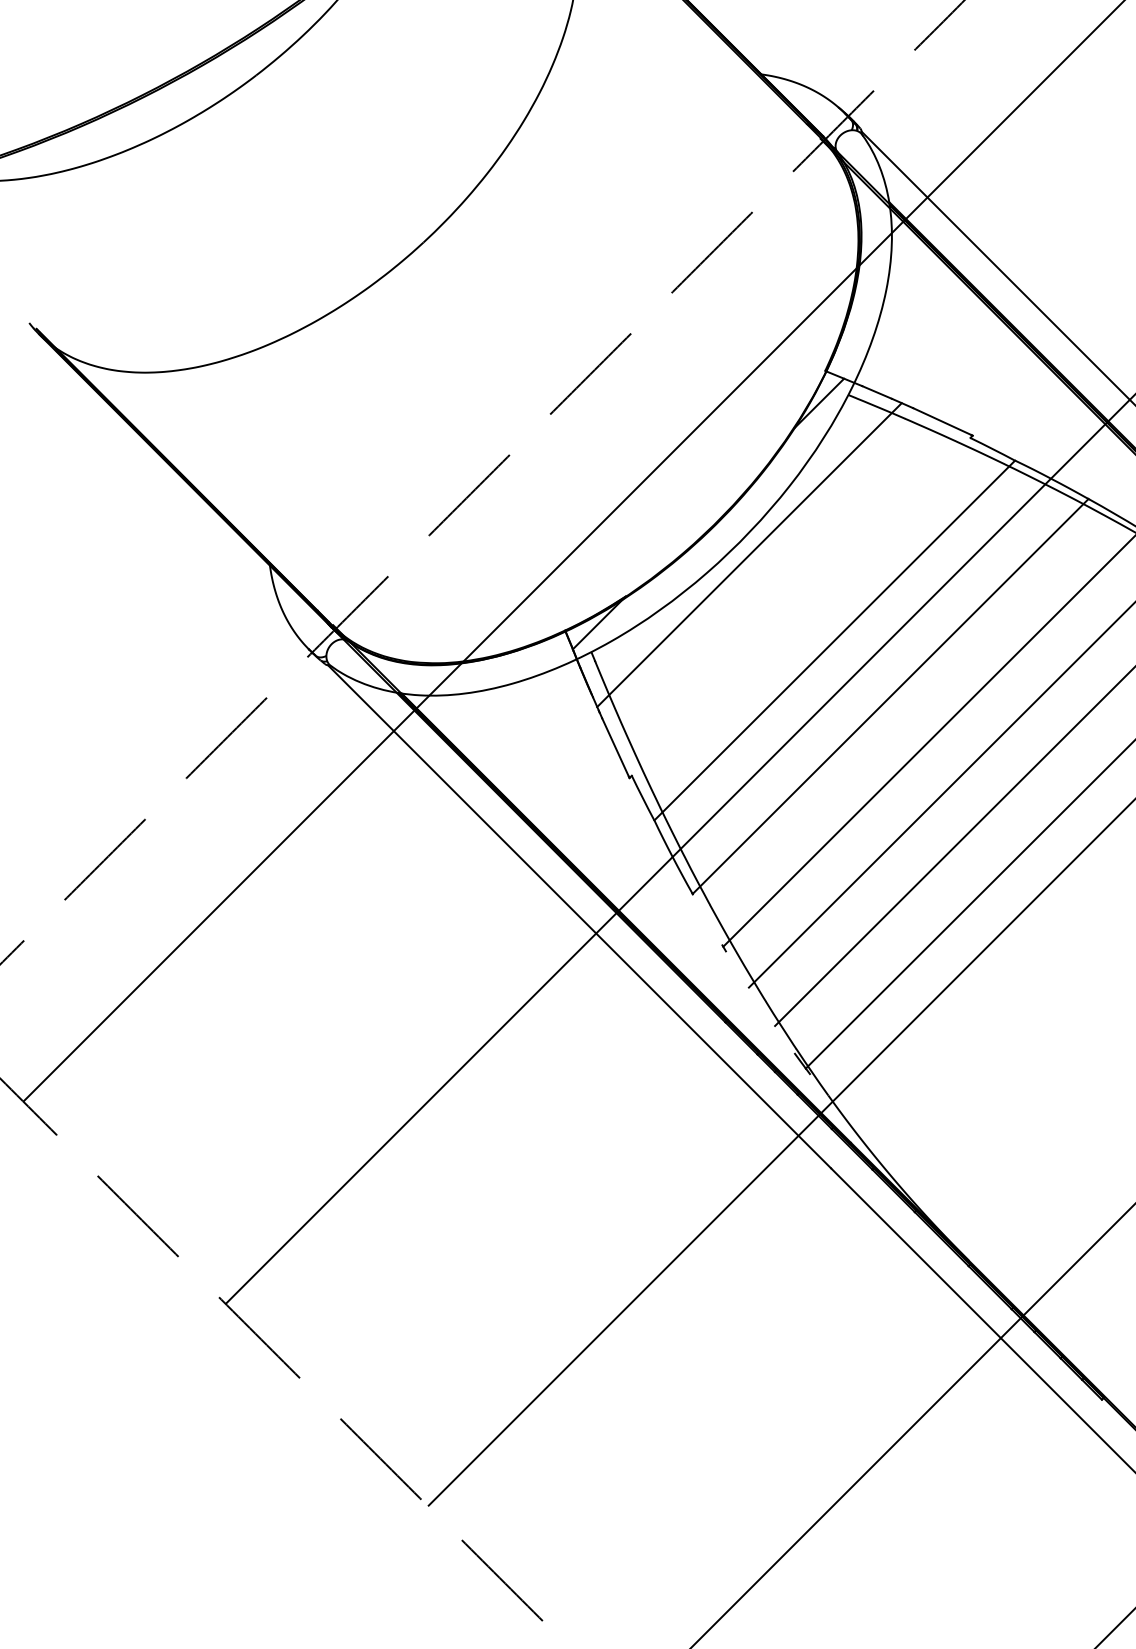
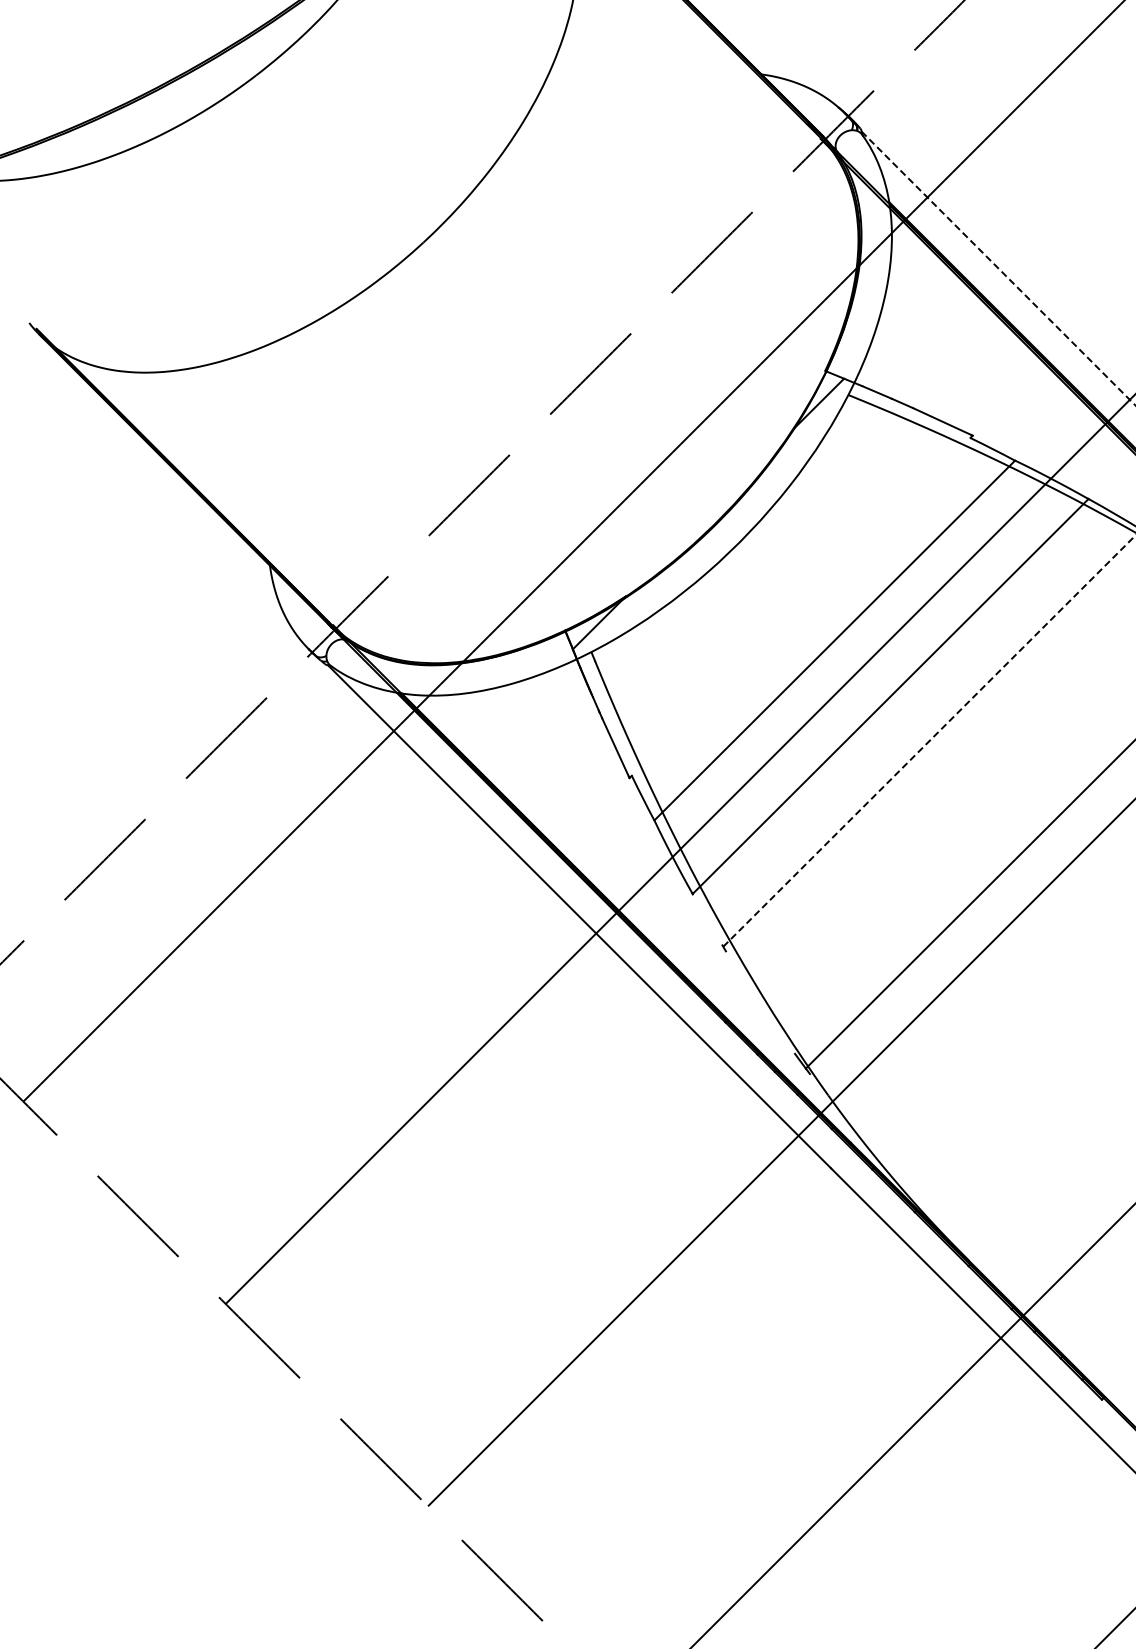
line at (998, 268): solid -> dashed
line at (749, 555): present -> none
line at (929, 740): solid -> dashed
line at (940, 796): present -> none
line at (953, 847): present -> none
